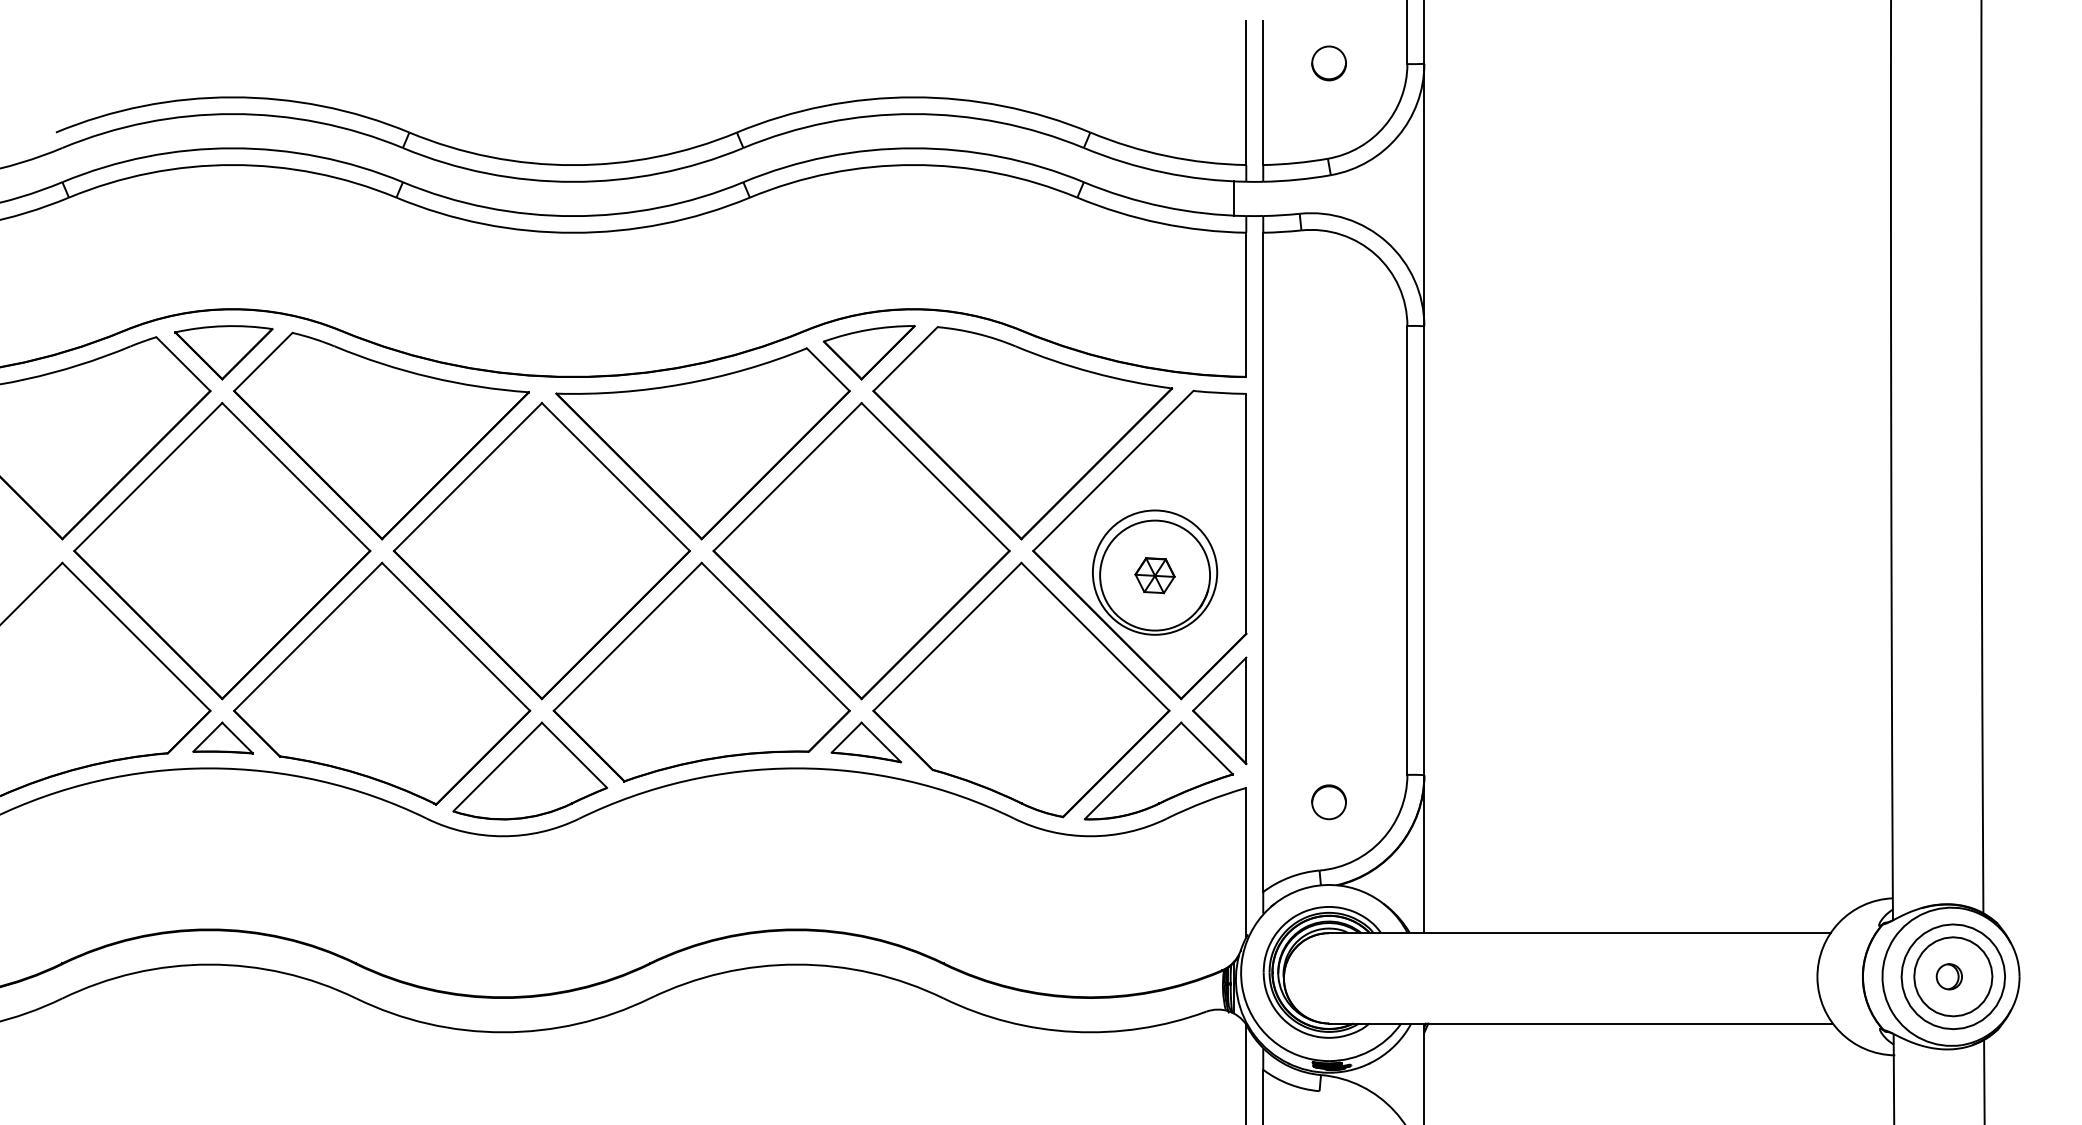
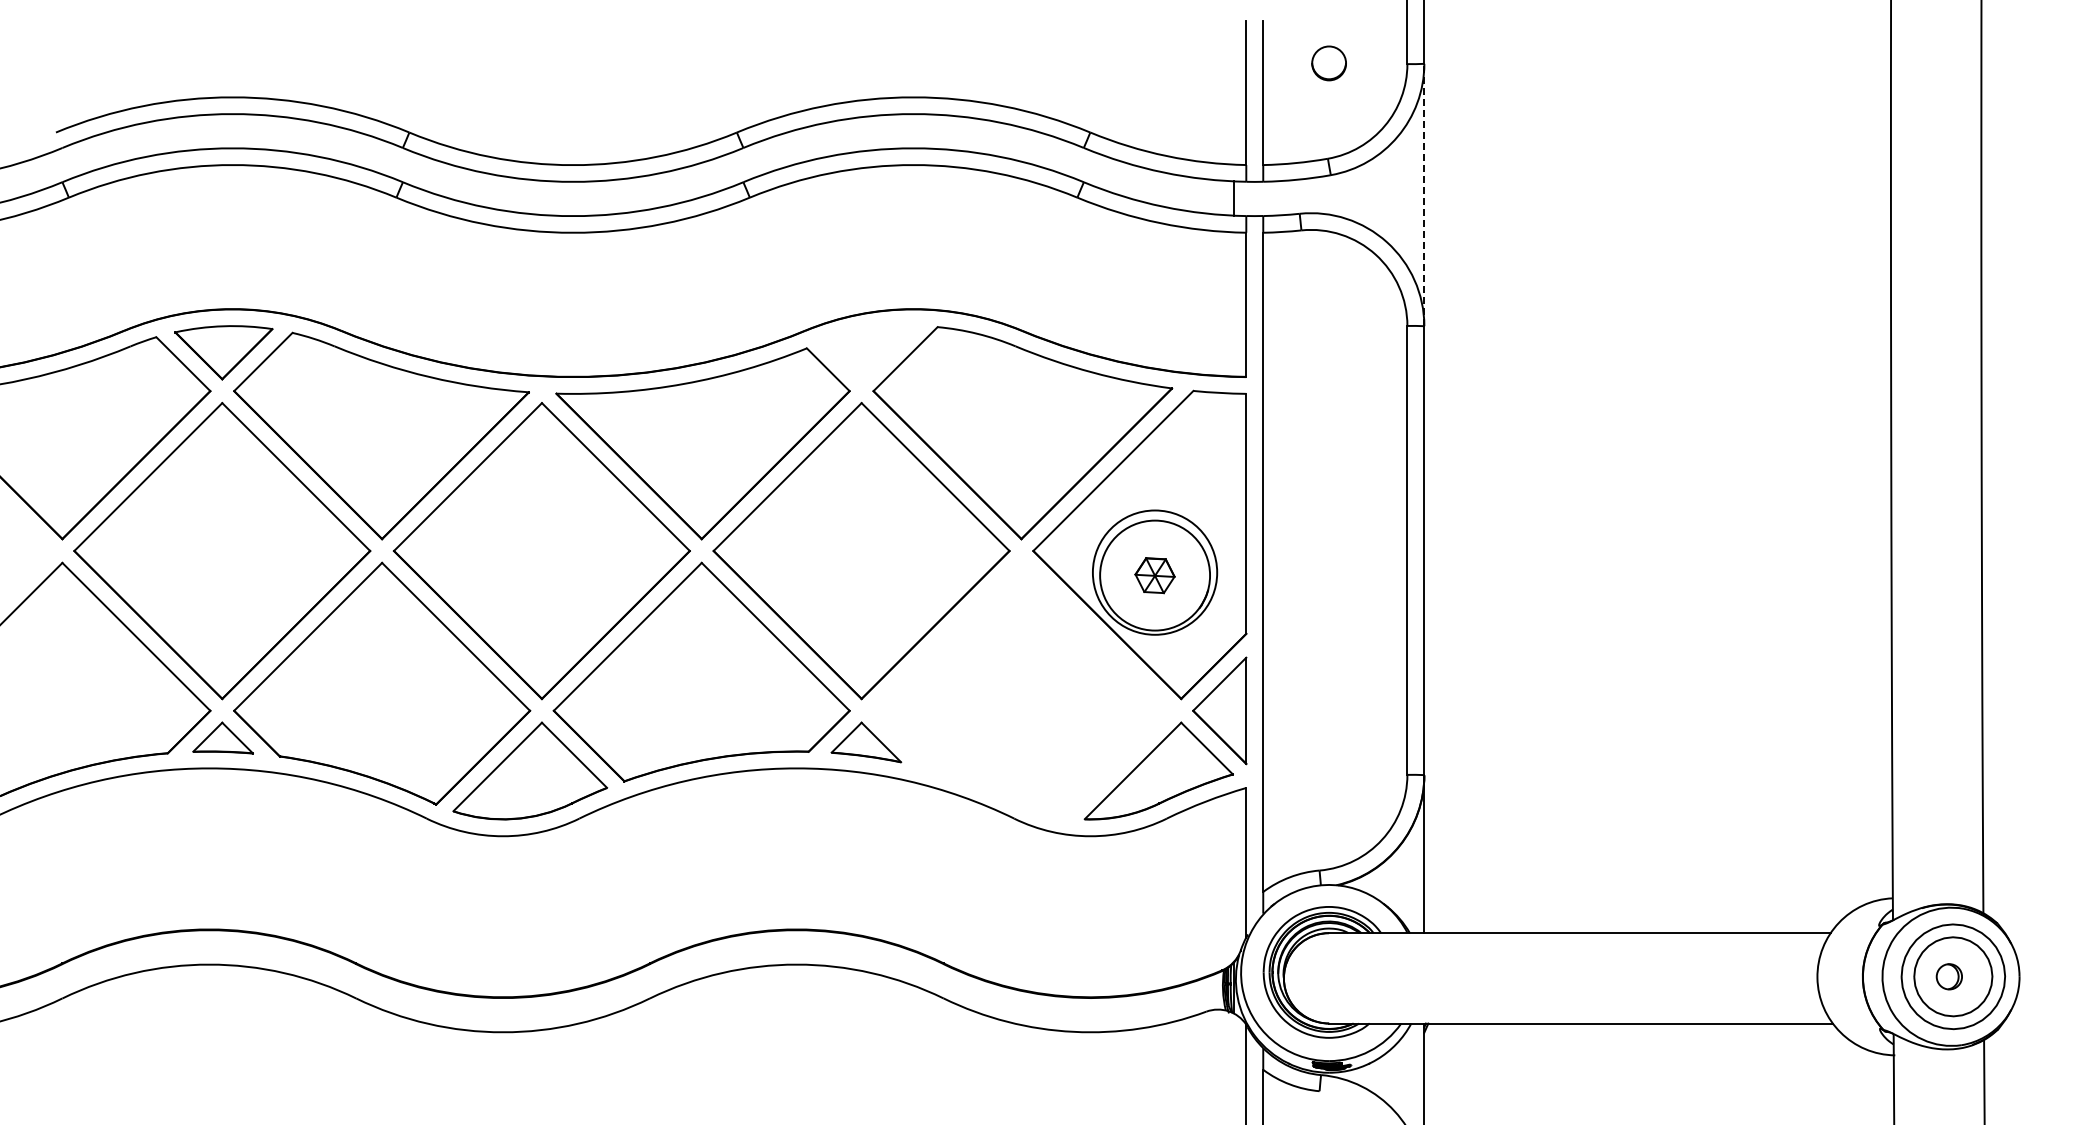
line at (1424, 194): solid -> dashed
part at (868, 352): present -> none
part at (1021, 689): present -> none
part at (1328, 802): present -> none
